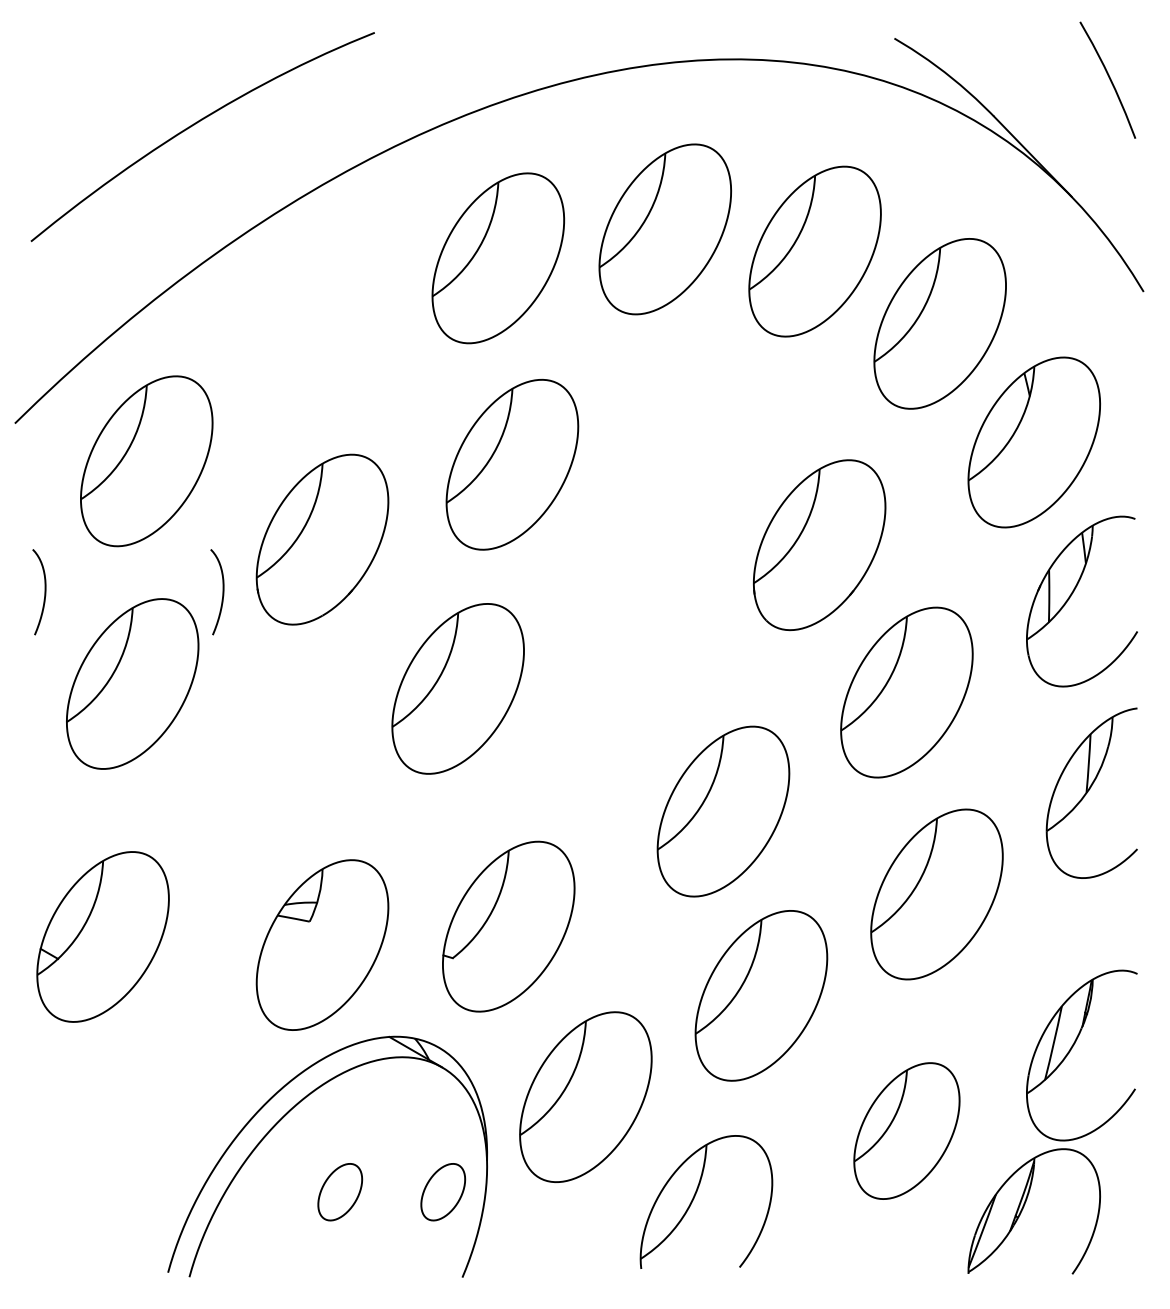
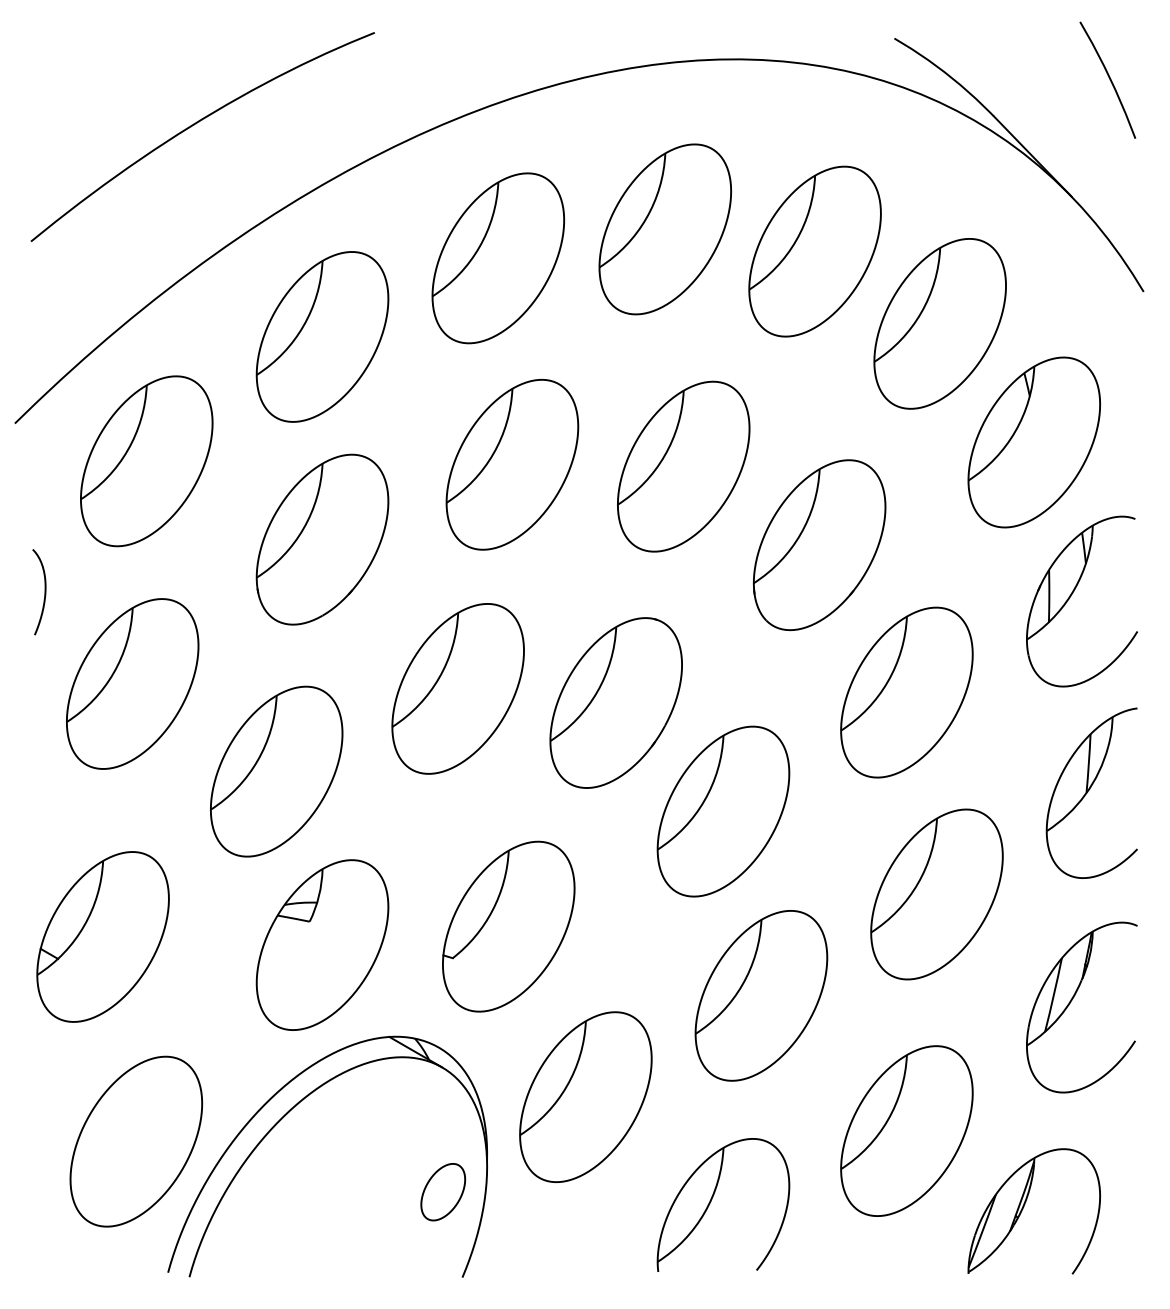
part at (322, 336): none -> present
part at (683, 466): none -> present
curve at (222, 592): present -> none
part at (615, 702): none -> present
part at (276, 771): none -> present
part at (1071, 1050) position: (1071, 1050) -> (1071, 1002)
part at (906, 1130) size: 108x138 px -> 134x172 px
part at (136, 1141): none -> present
part at (340, 1192): present -> none
part at (695, 1196) position: (695, 1196) -> (712, 1199)
